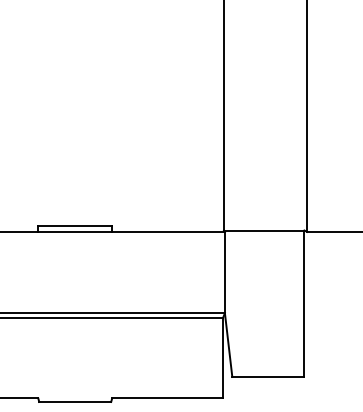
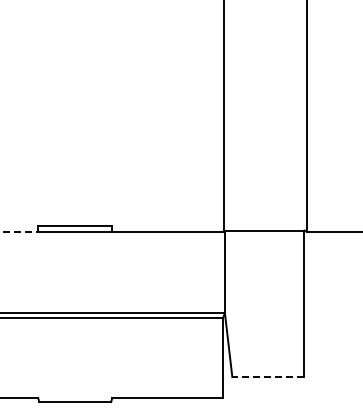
line at (19, 231): solid -> dashed
line at (267, 377): solid -> dashed
